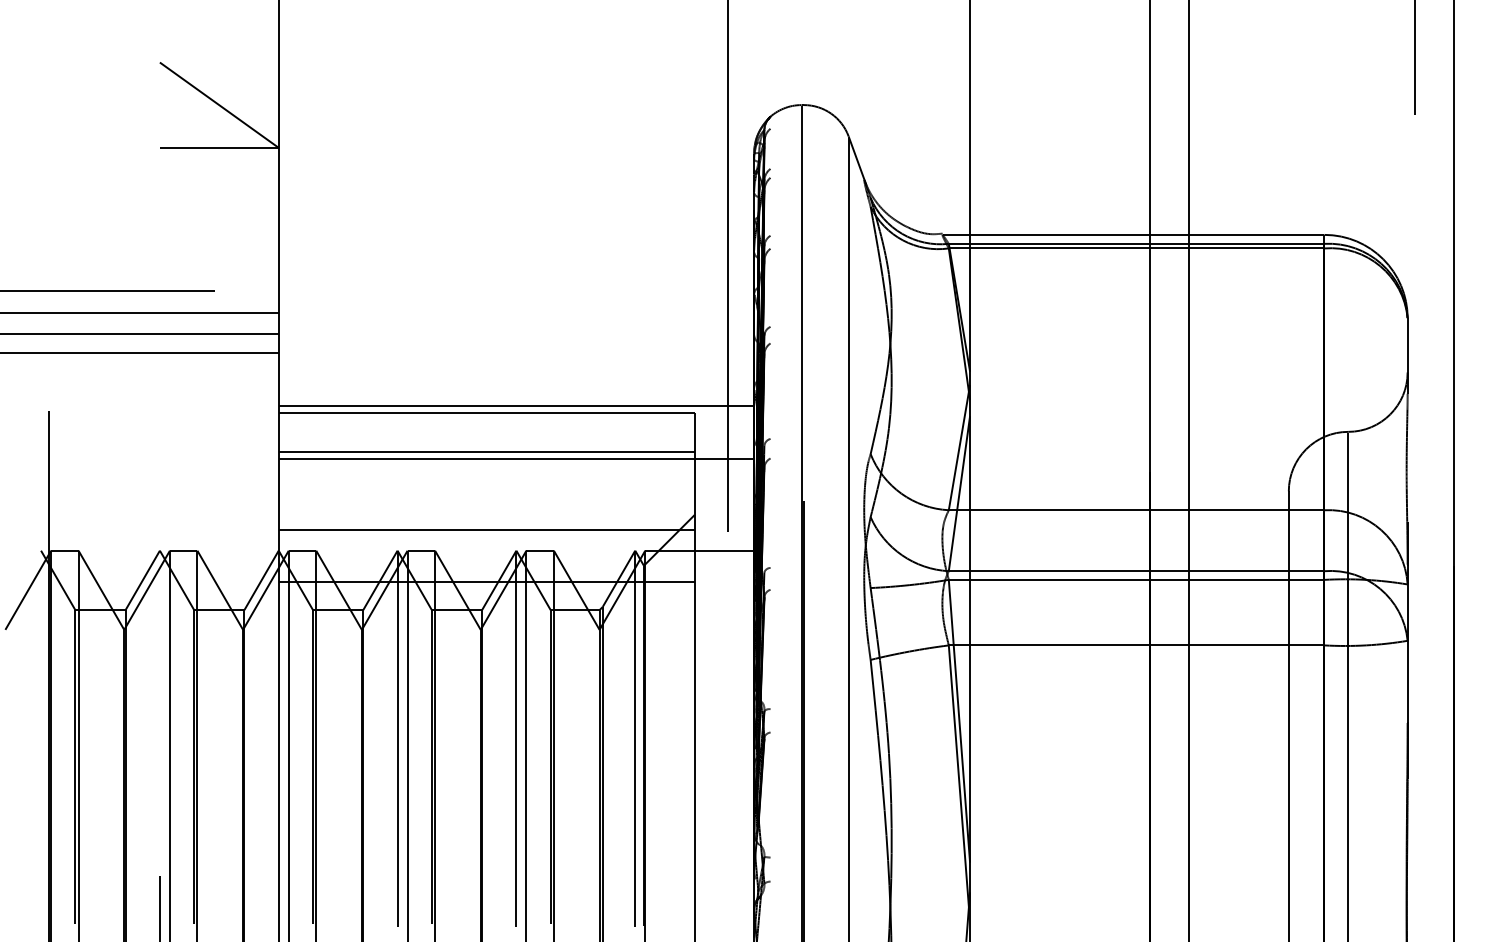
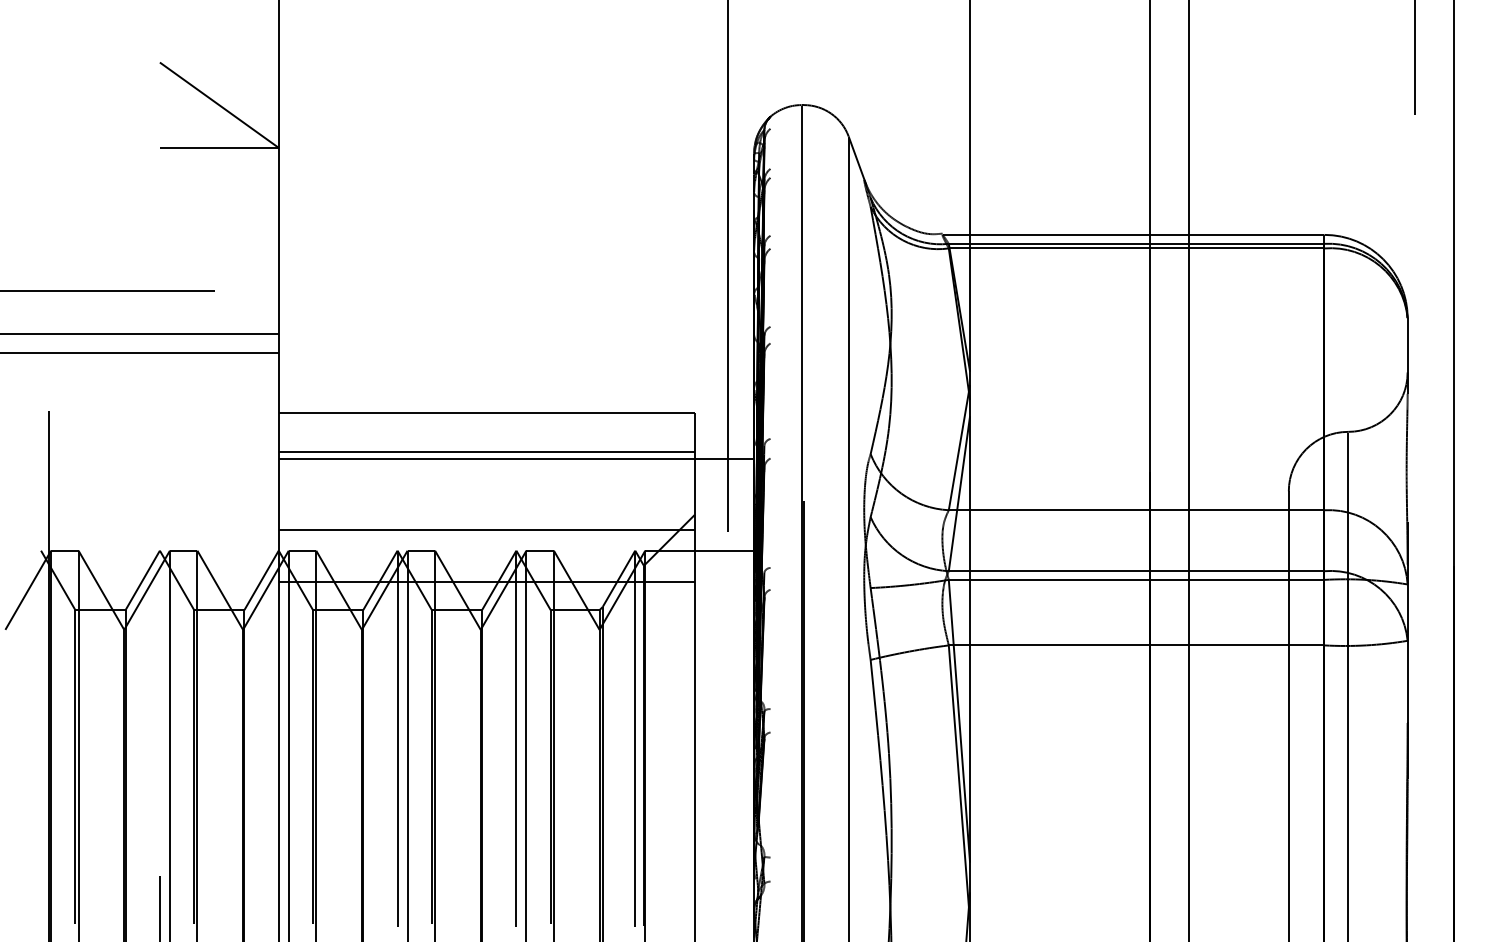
line at (140, 313): present -> none
line at (516, 405): present -> none
